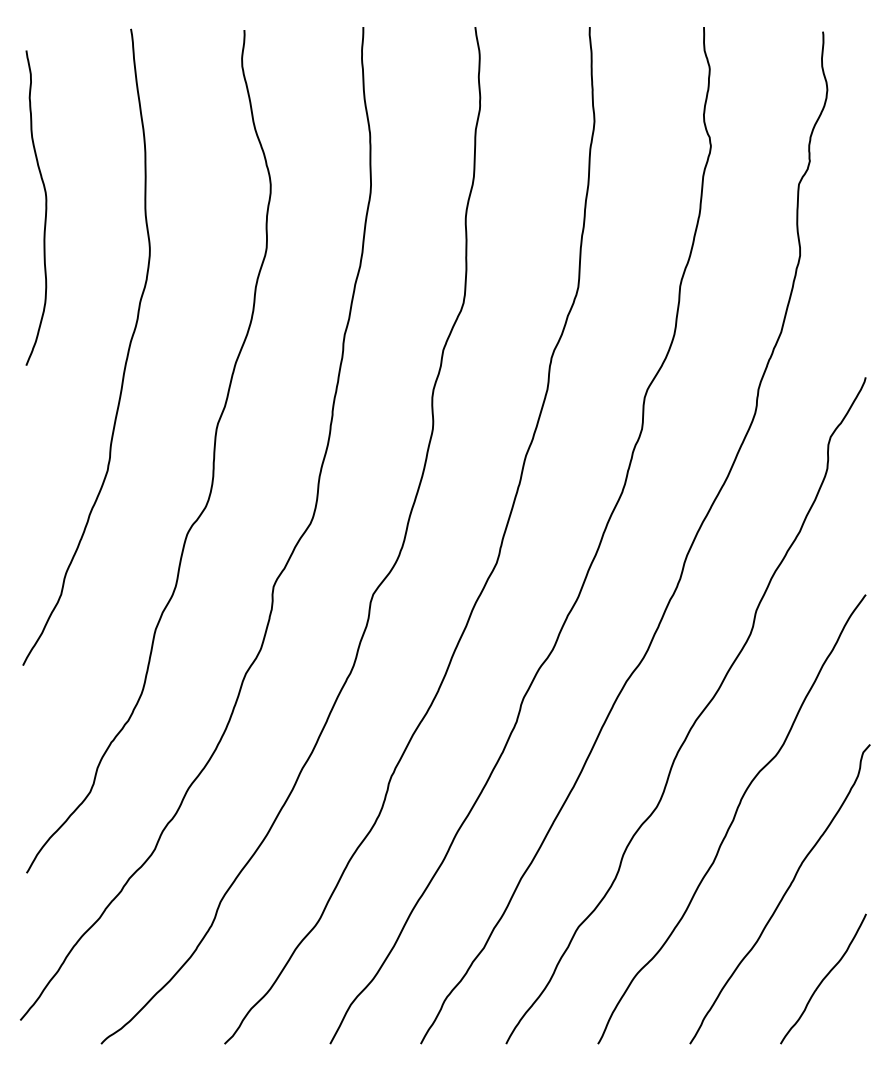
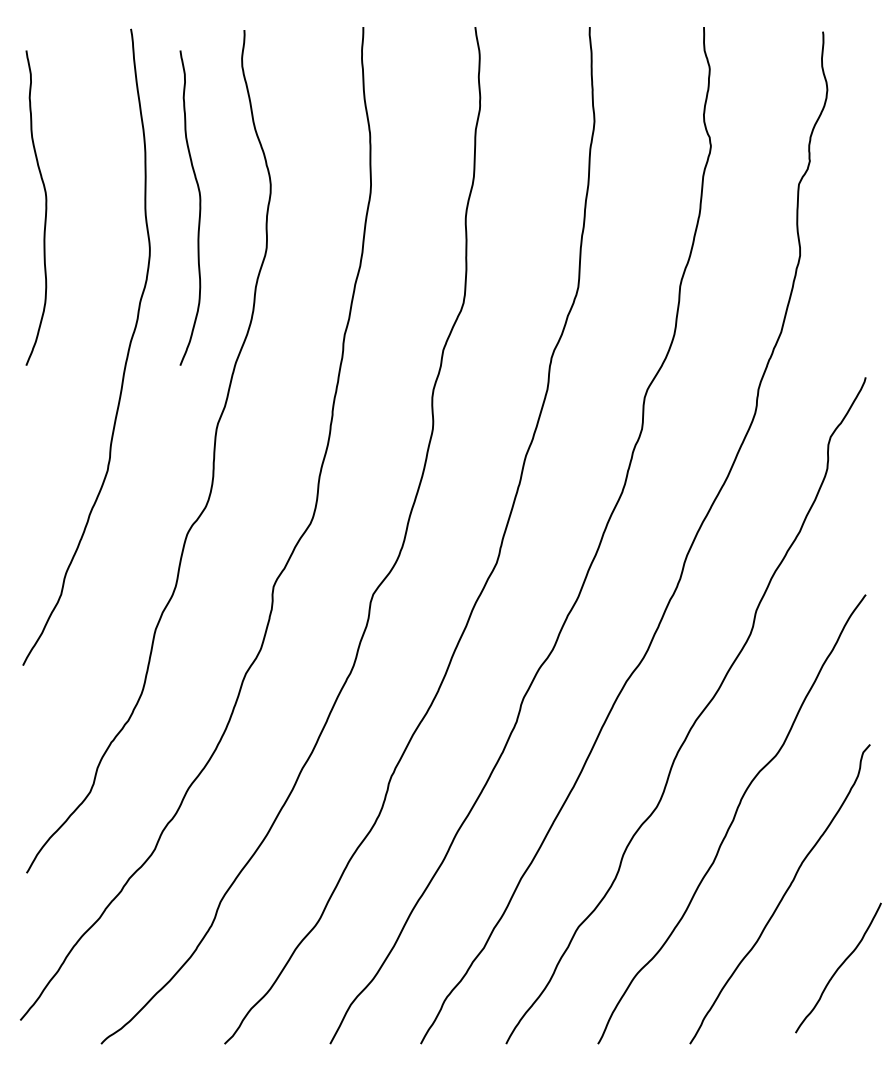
curve at (199, 207): none -> present
curve at (823, 978) position: (823, 978) -> (838, 967)
